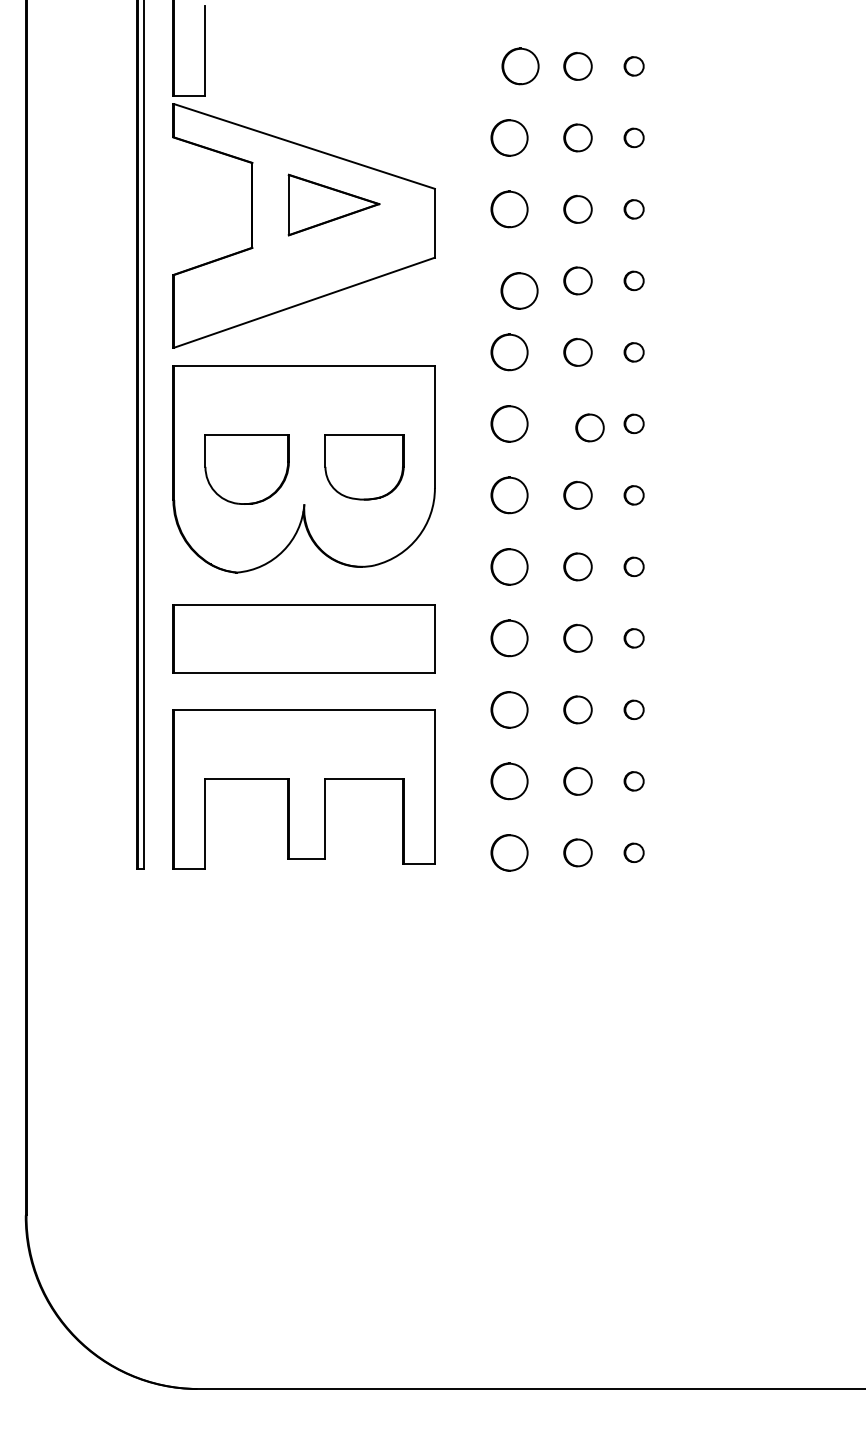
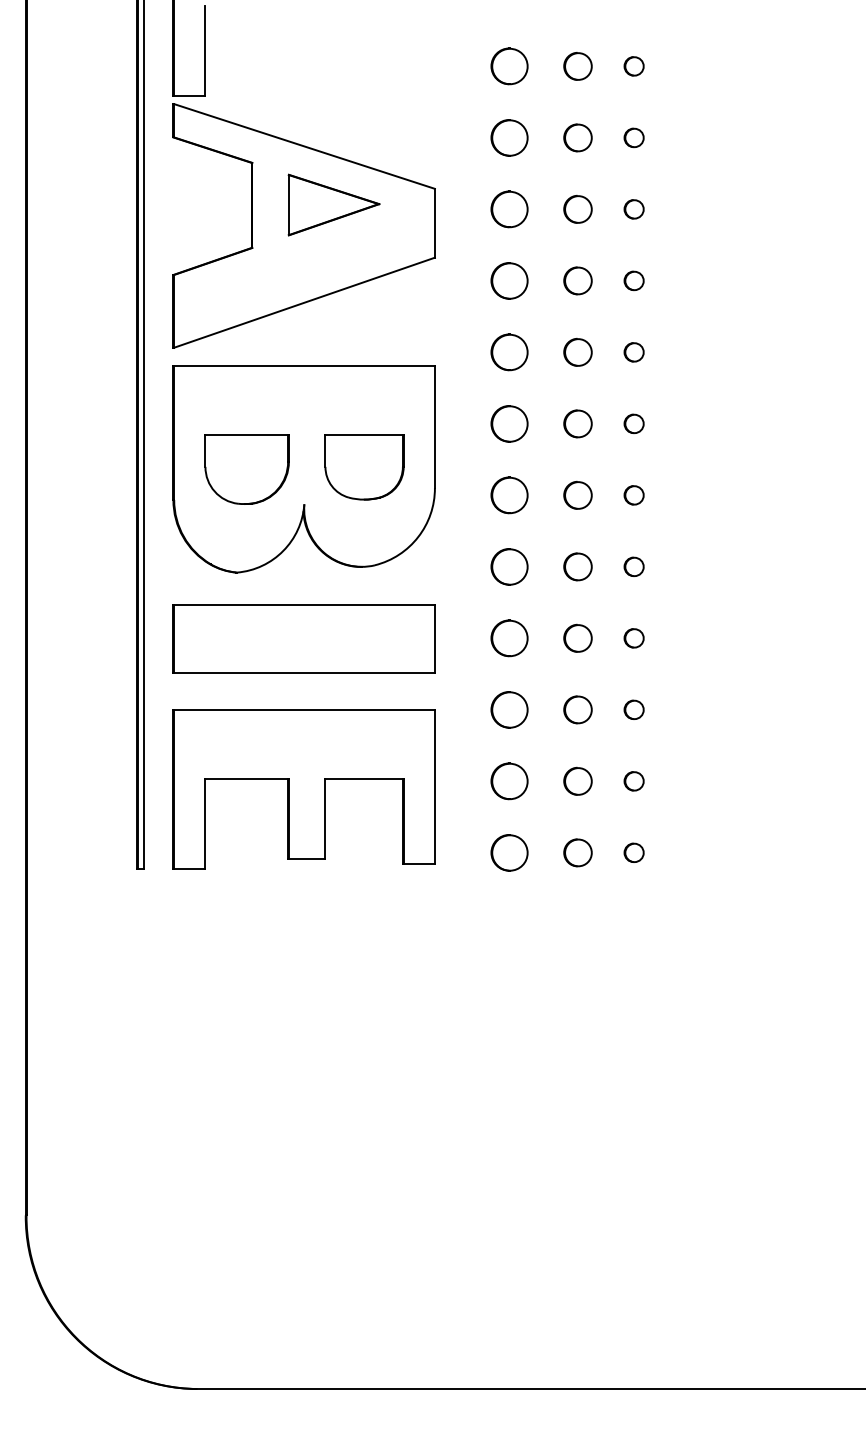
part at (520, 66) position: (520, 66) -> (509, 66)
part at (519, 290) position: (519, 290) -> (509, 280)
part at (589, 427) position: (589, 427) -> (577, 423)
